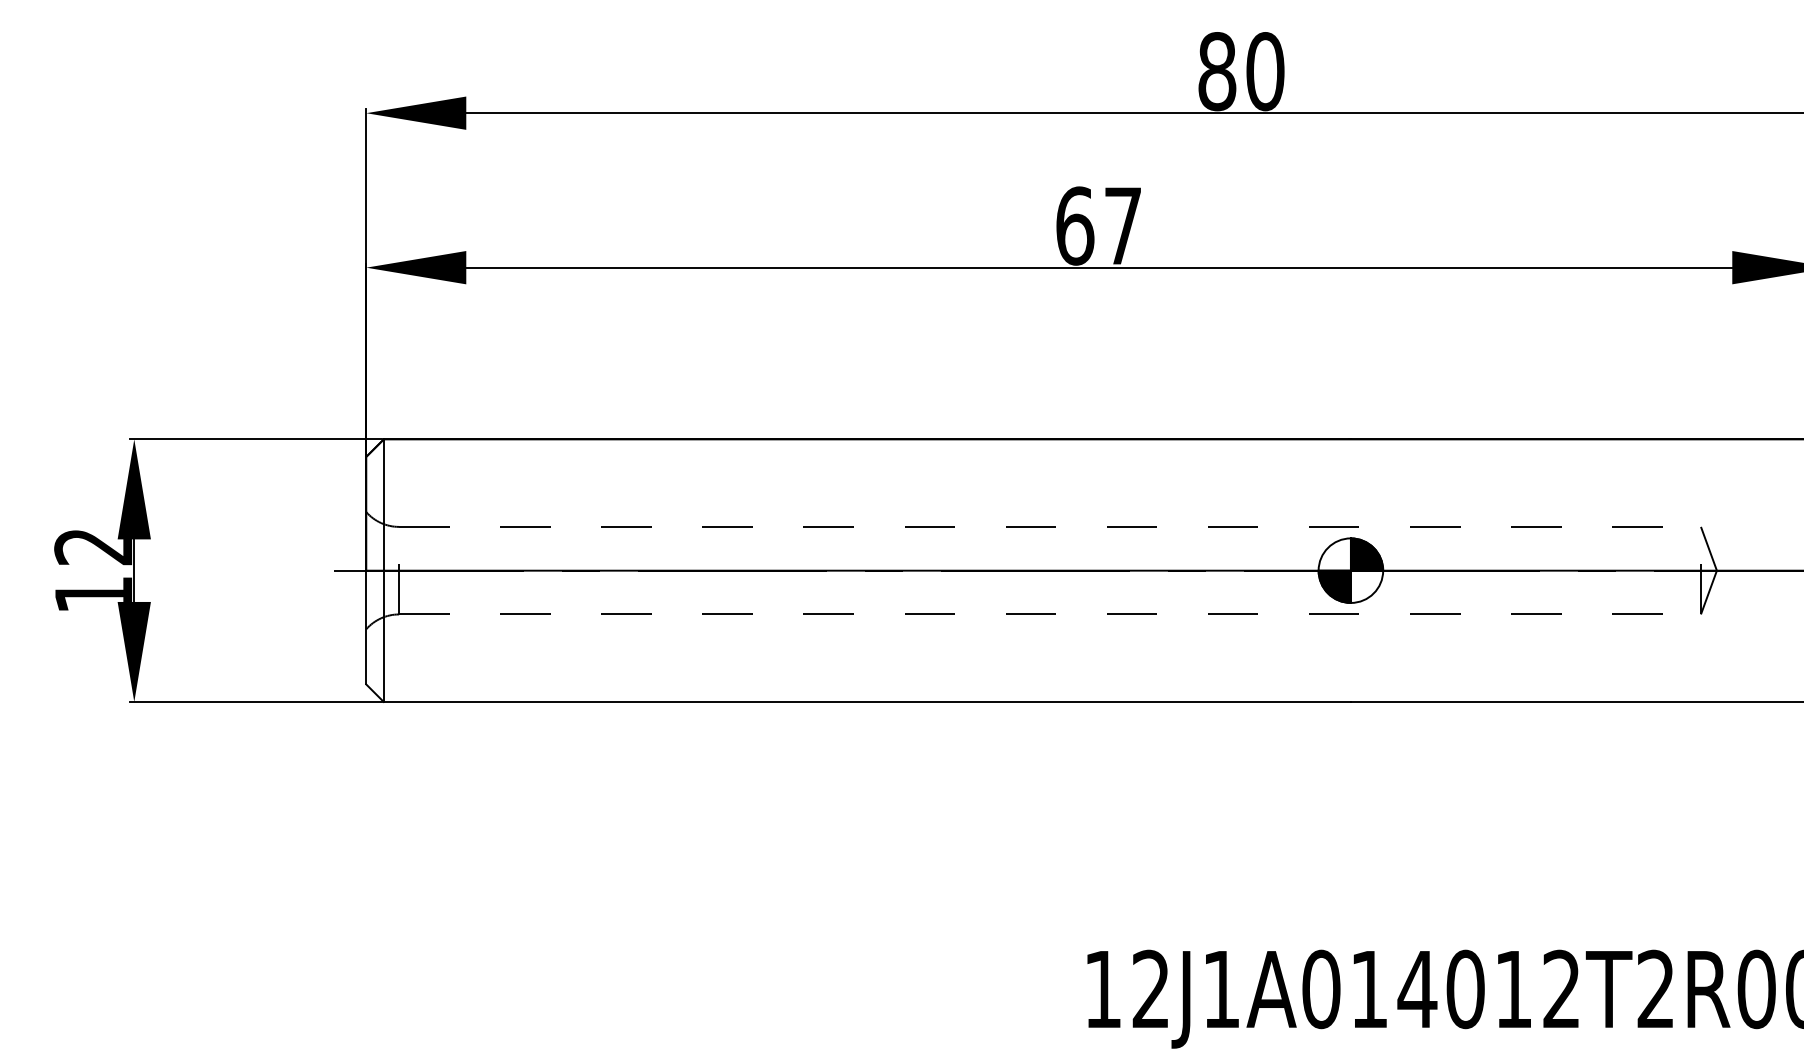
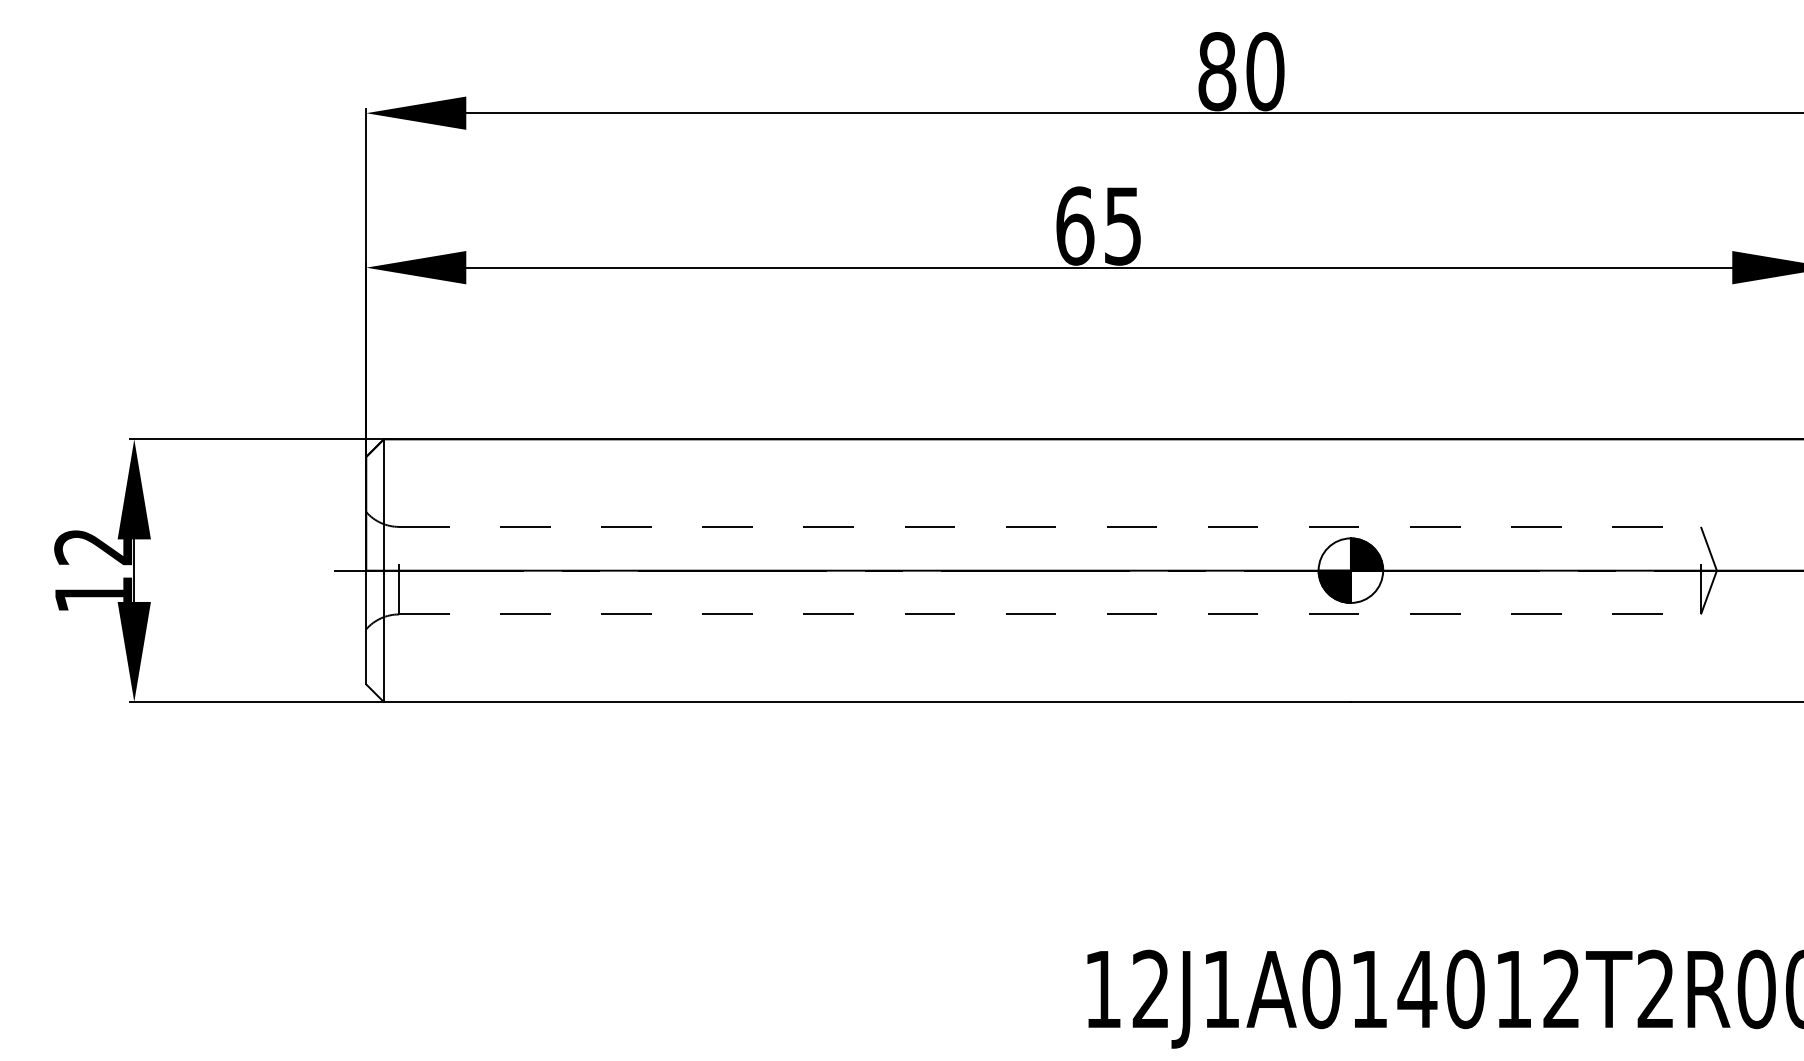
text at (1122, 226): 67 -> 65
